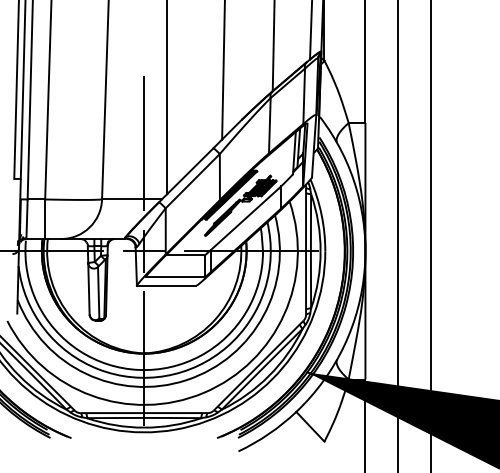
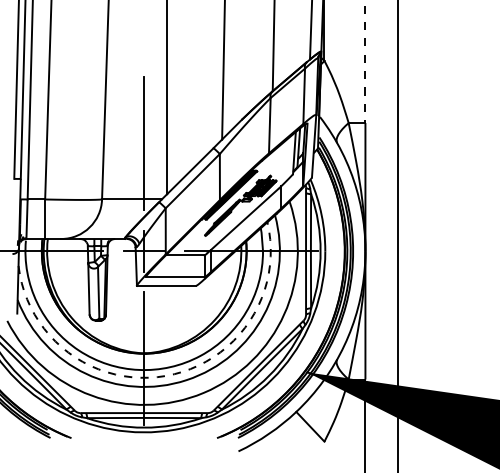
line at (365, 62): solid -> dashed
line at (430, 235): present -> none
arc at (166, 375): solid -> dashed
